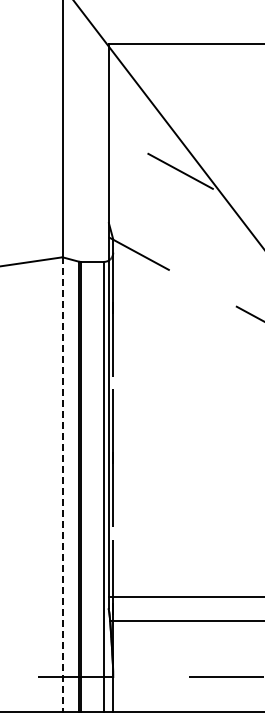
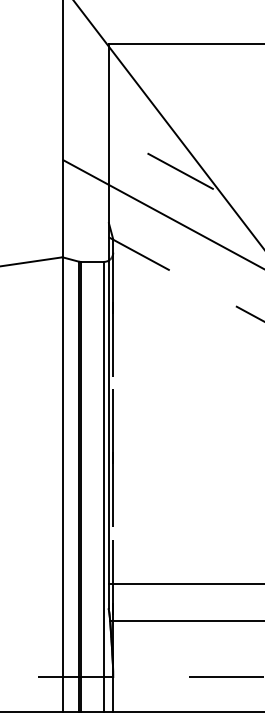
line at (161, 213): none -> present
line at (62, 485): dashed -> solid
line at (184, 597) position: (184, 597) -> (184, 584)
